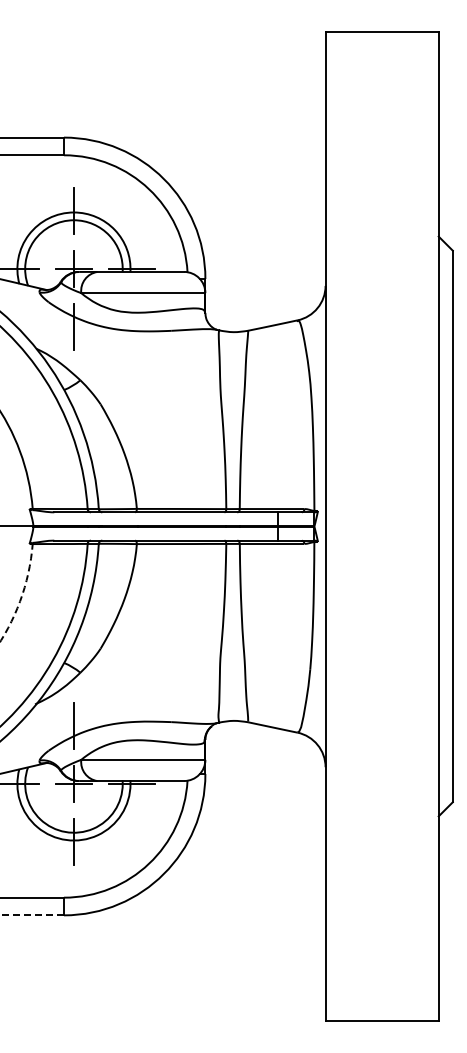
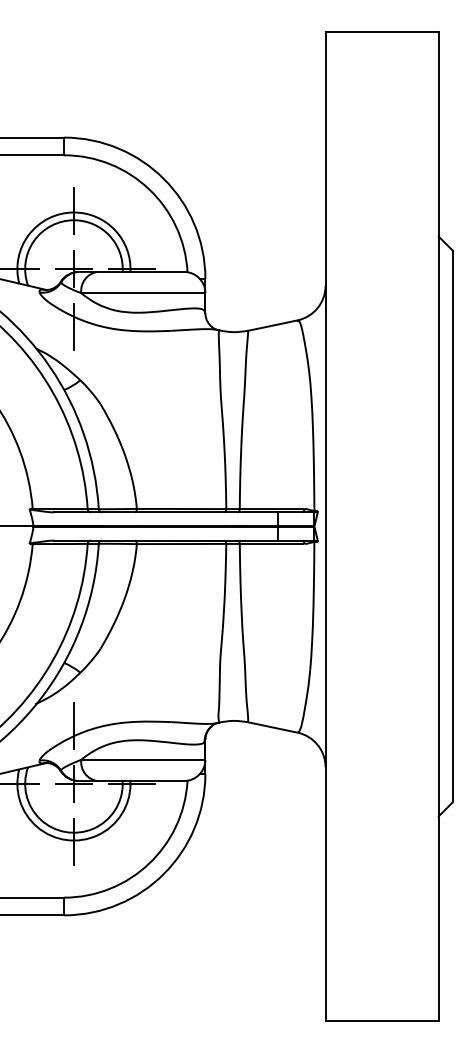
arc at (21, 595): dashed -> solid
line at (31, 915): dashed -> solid
